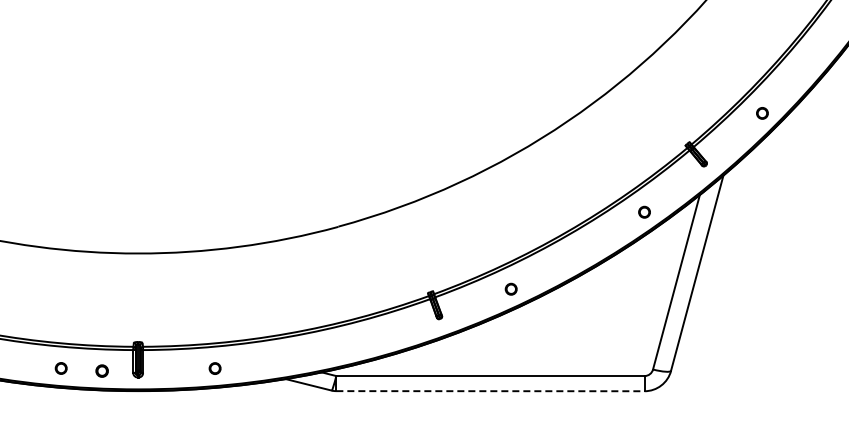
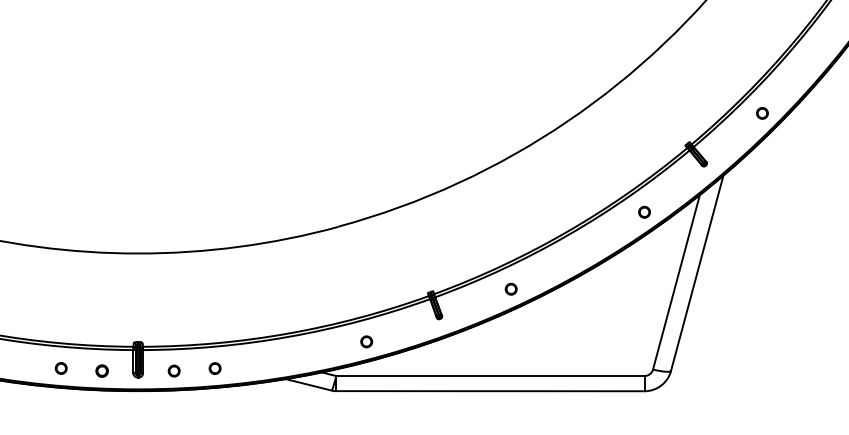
circle at (366, 341): none -> present
circle at (173, 370): none -> present
line at (490, 391): dashed -> solid
